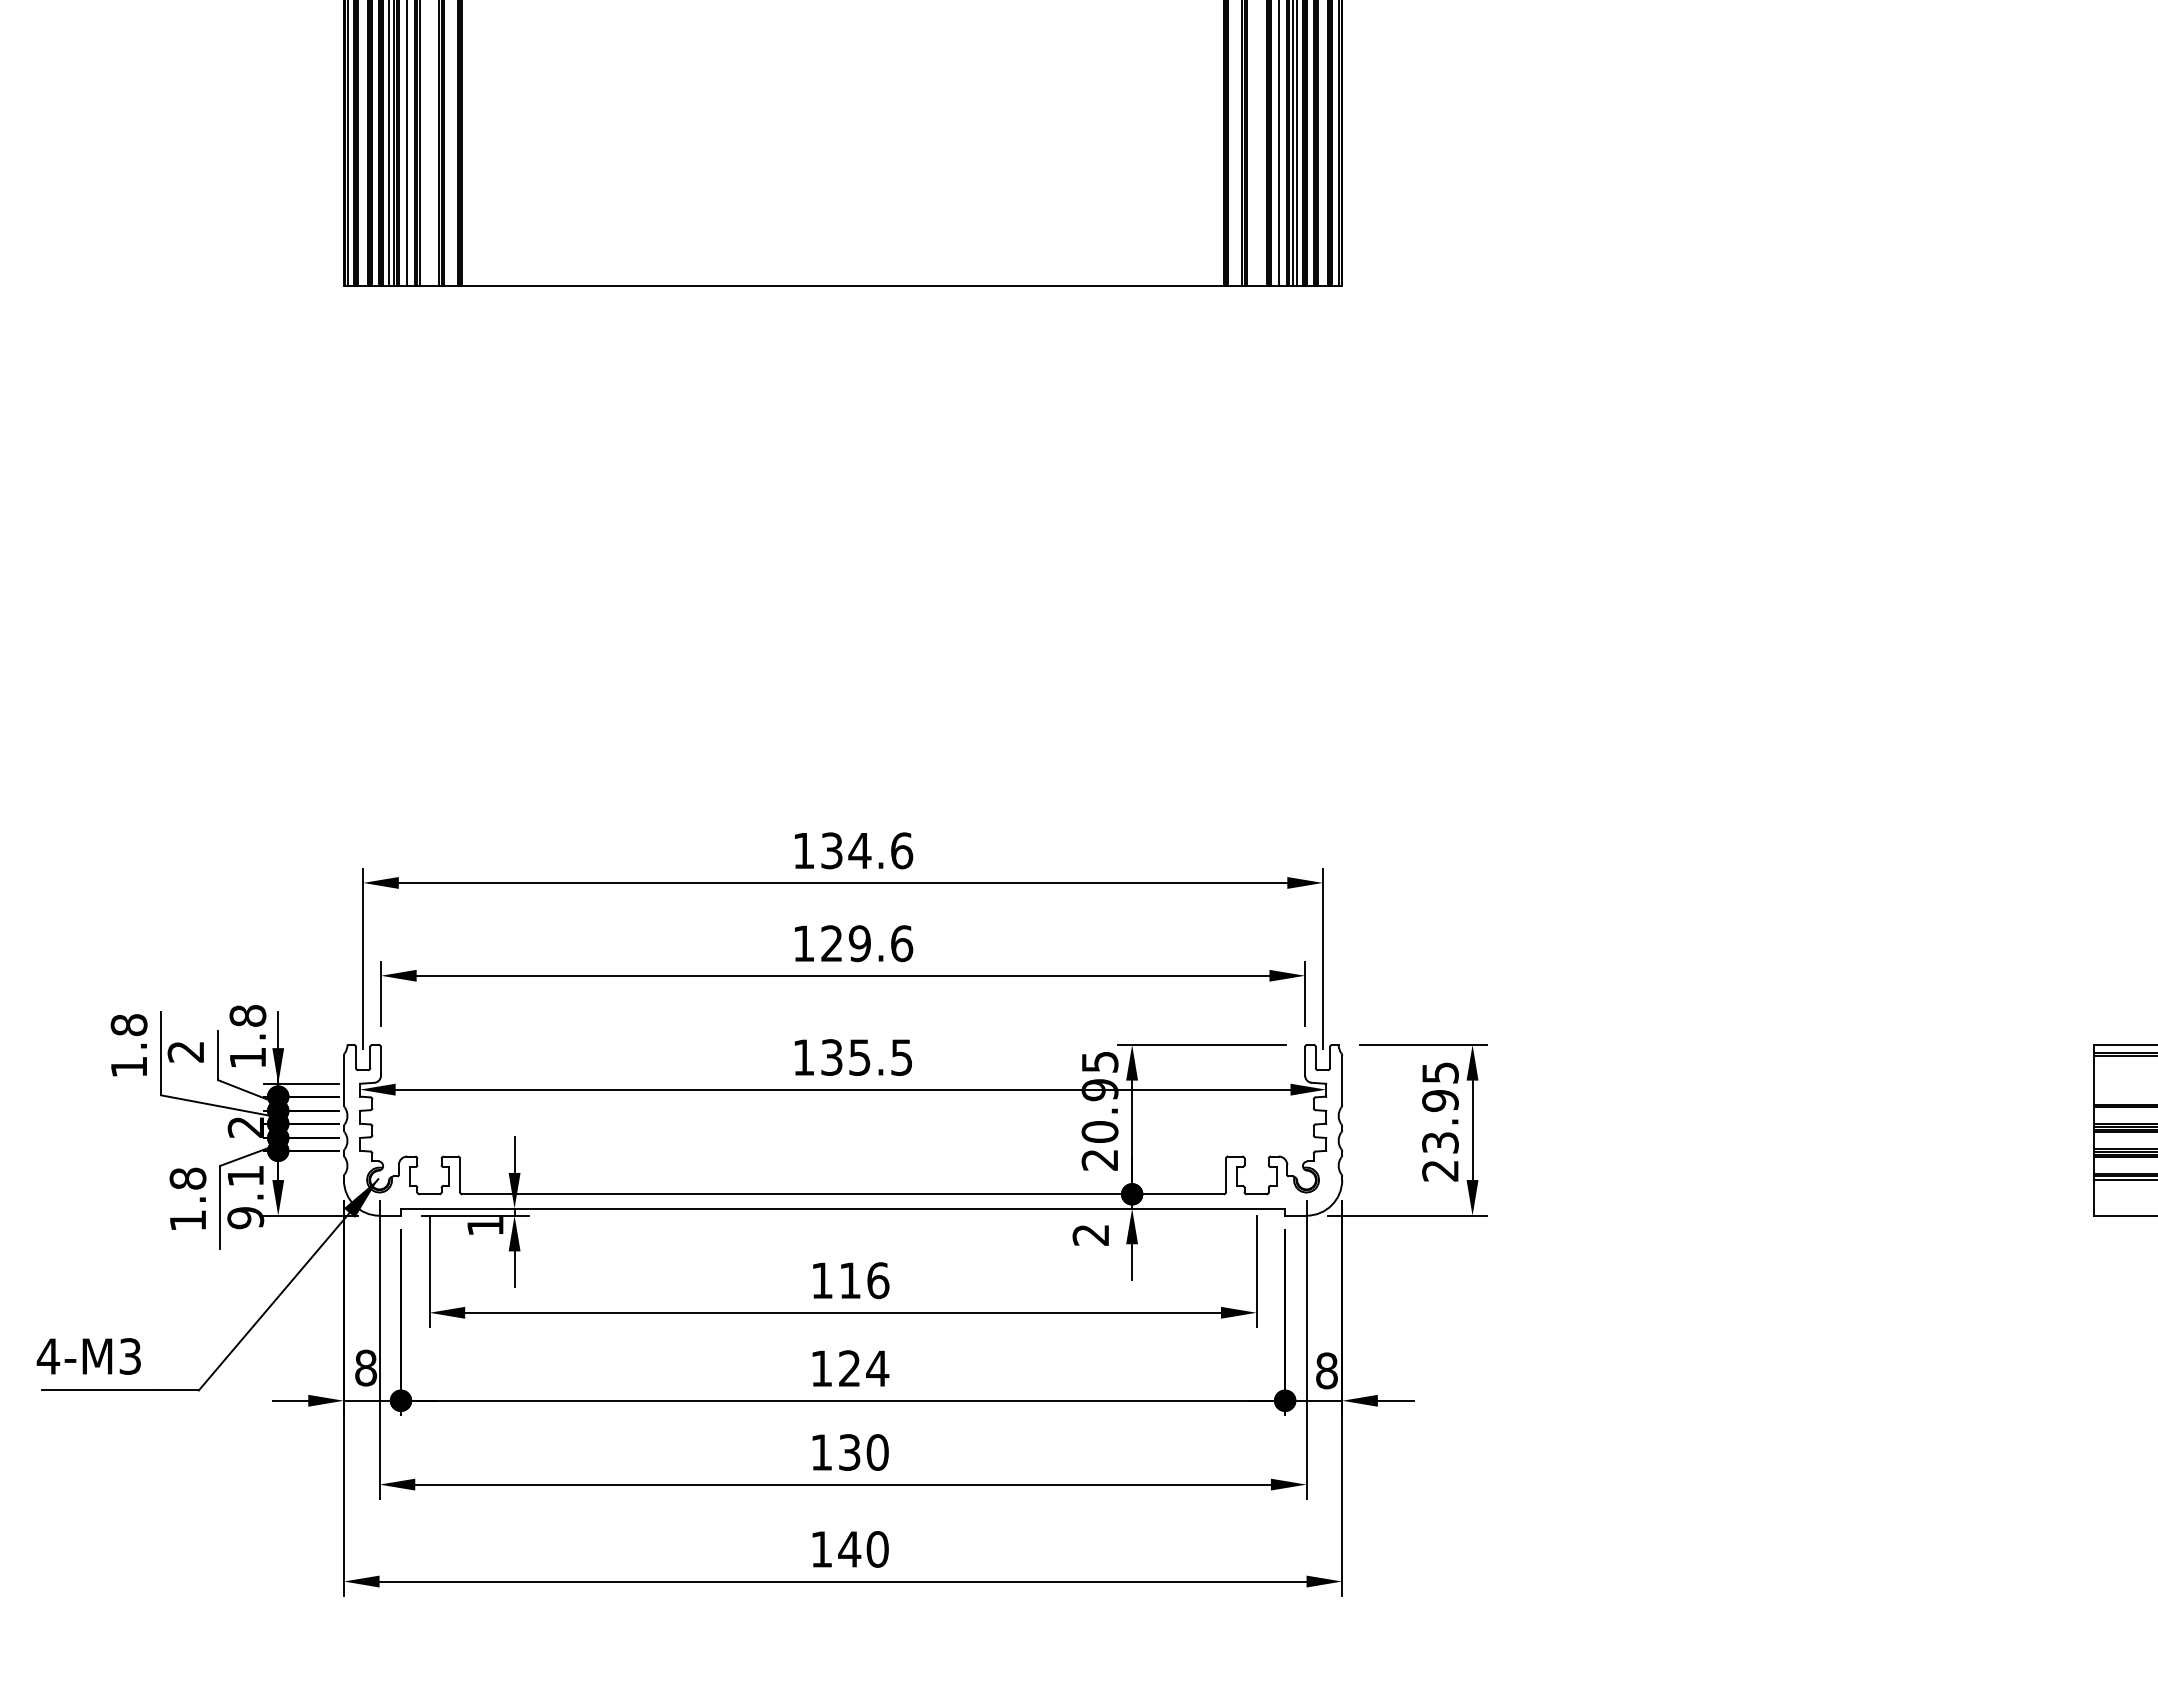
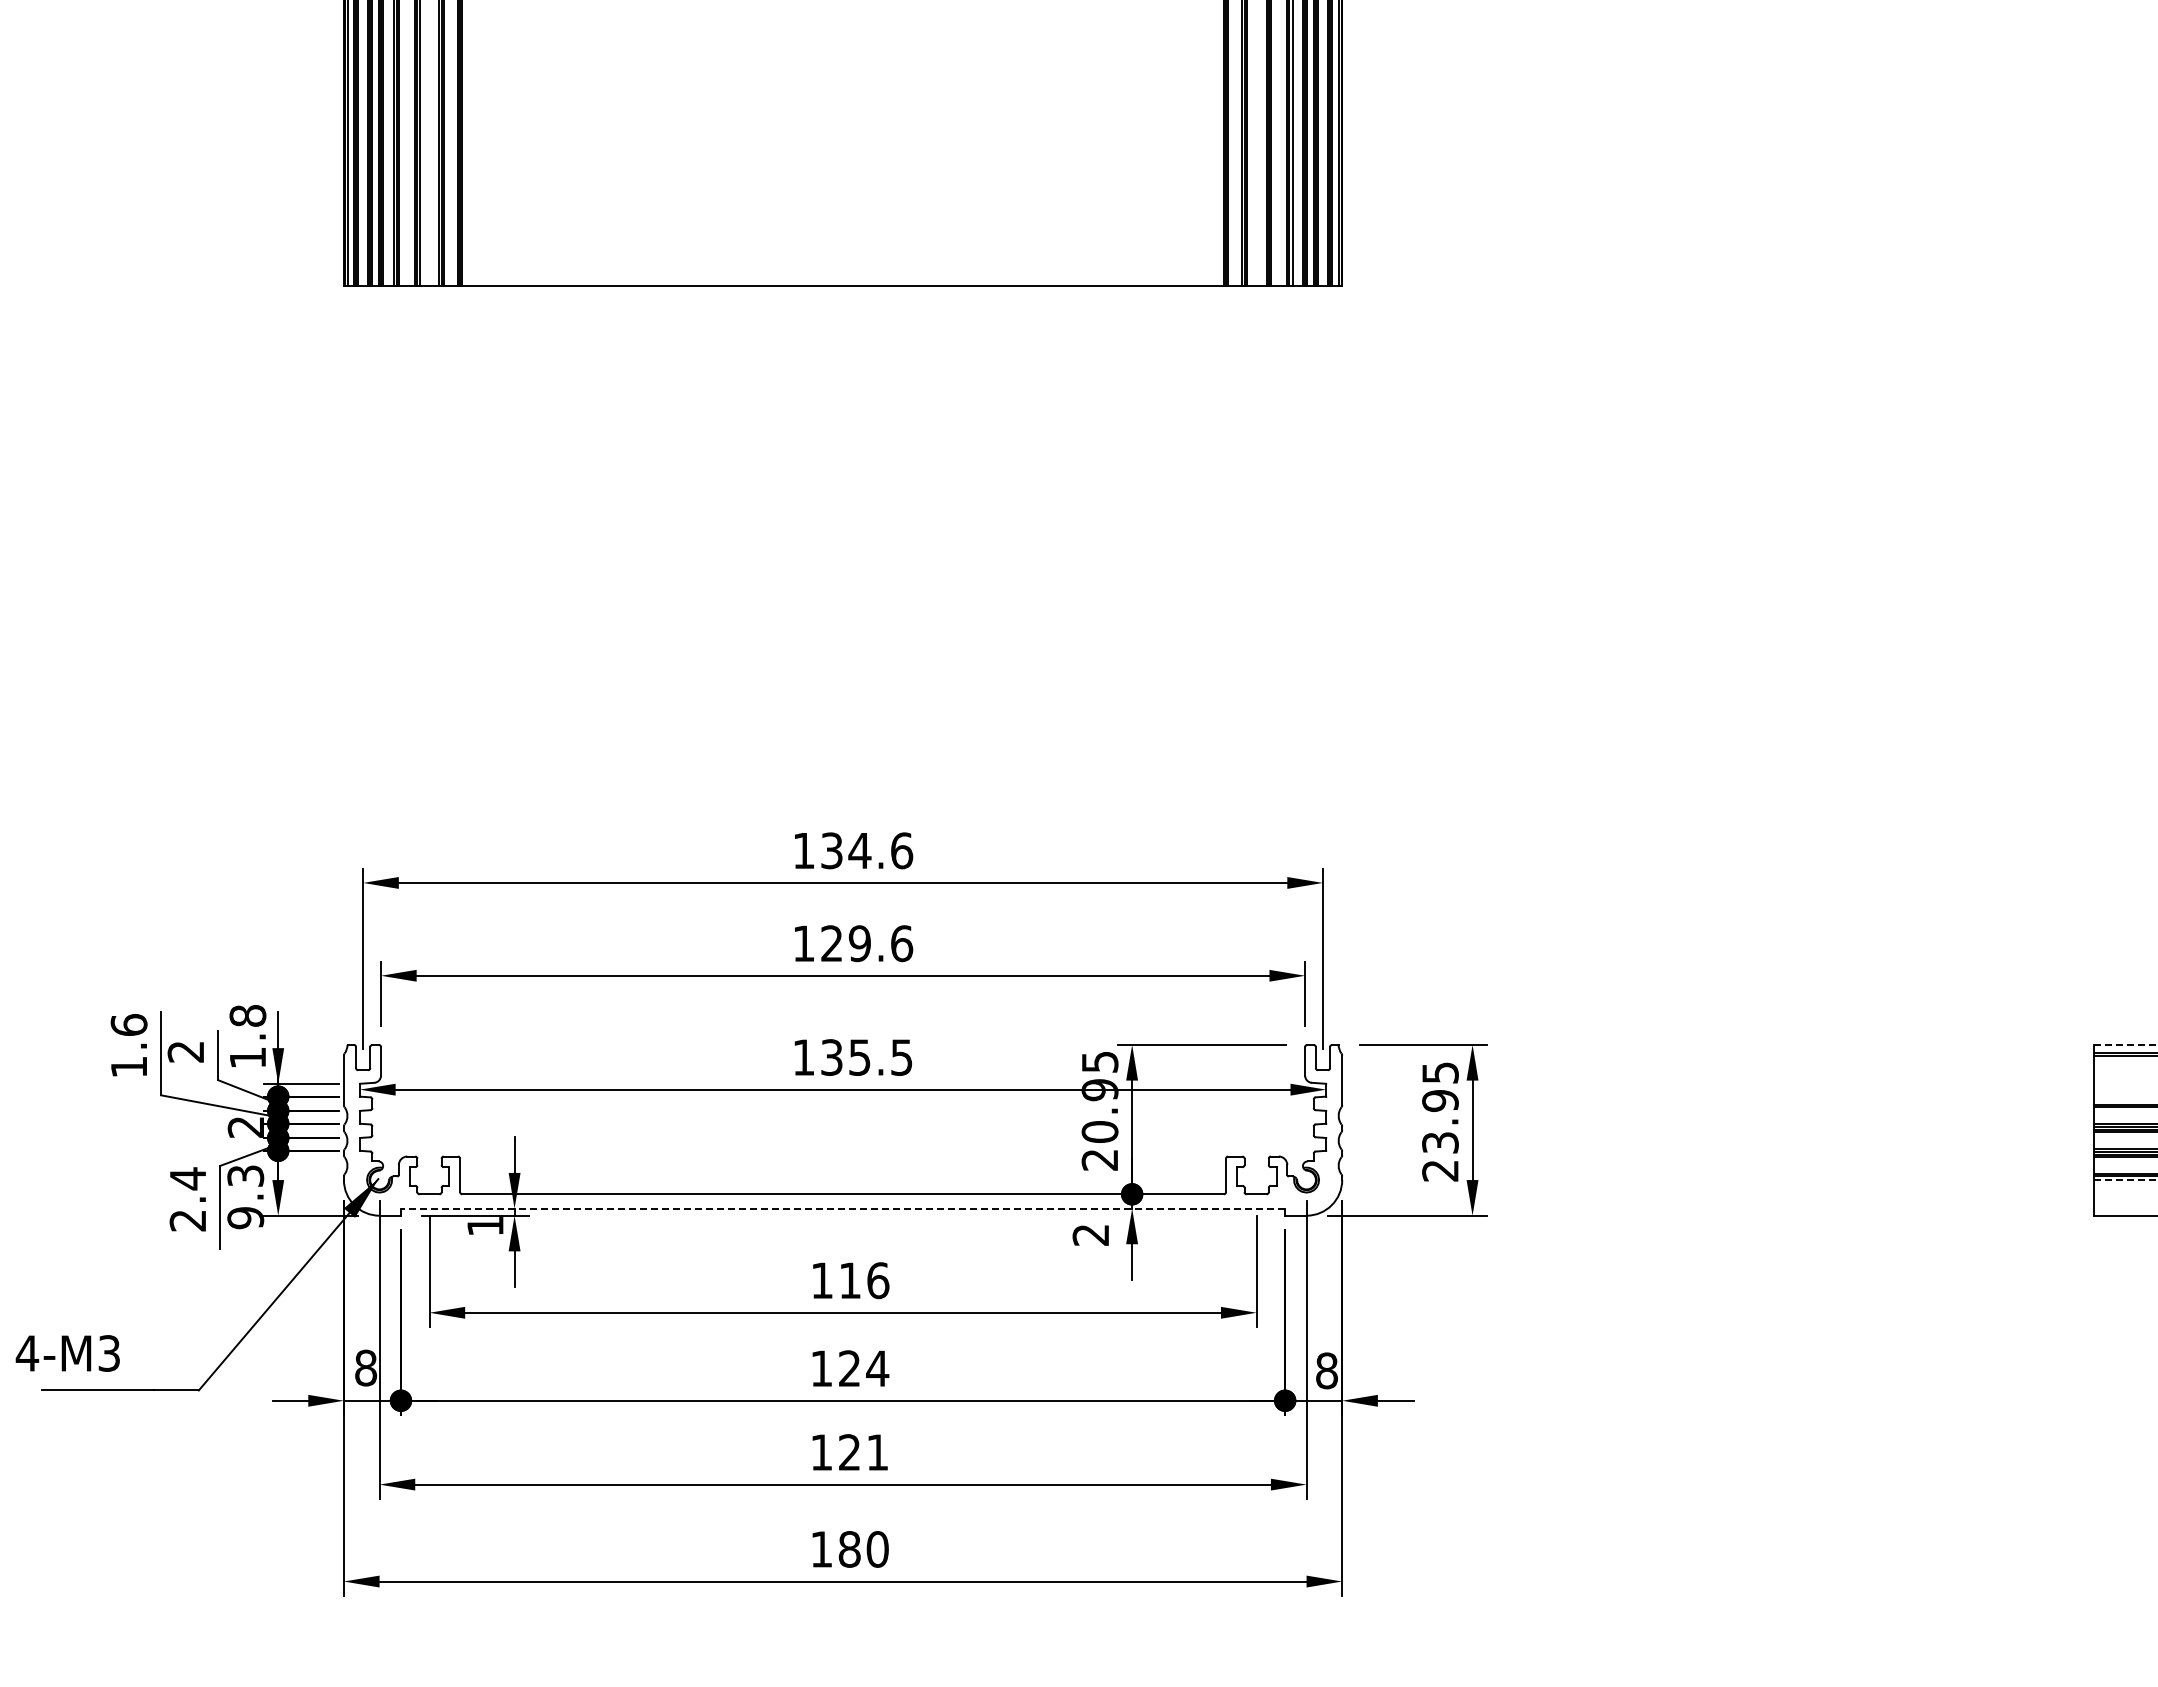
line at (388, 144): present -> none
line at (407, 144): present -> none
line at (1278, 144): present -> none
line at (1297, 144): present -> none
text at (128, 1025): 1.8 -> 1.6
line at (2126, 1044): solid -> dashed
text at (245, 1175): 9.1 -> 9.3
line at (2126, 1180): solid -> dashed
text at (187, 1199): 1.8 -> 2.4
line at (842, 1208): solid -> dashed
text at (88, 1356) position: (88, 1356) -> (67, 1353)
text at (863, 1452): 130 -> 121
text at (849, 1549): 140 -> 180
